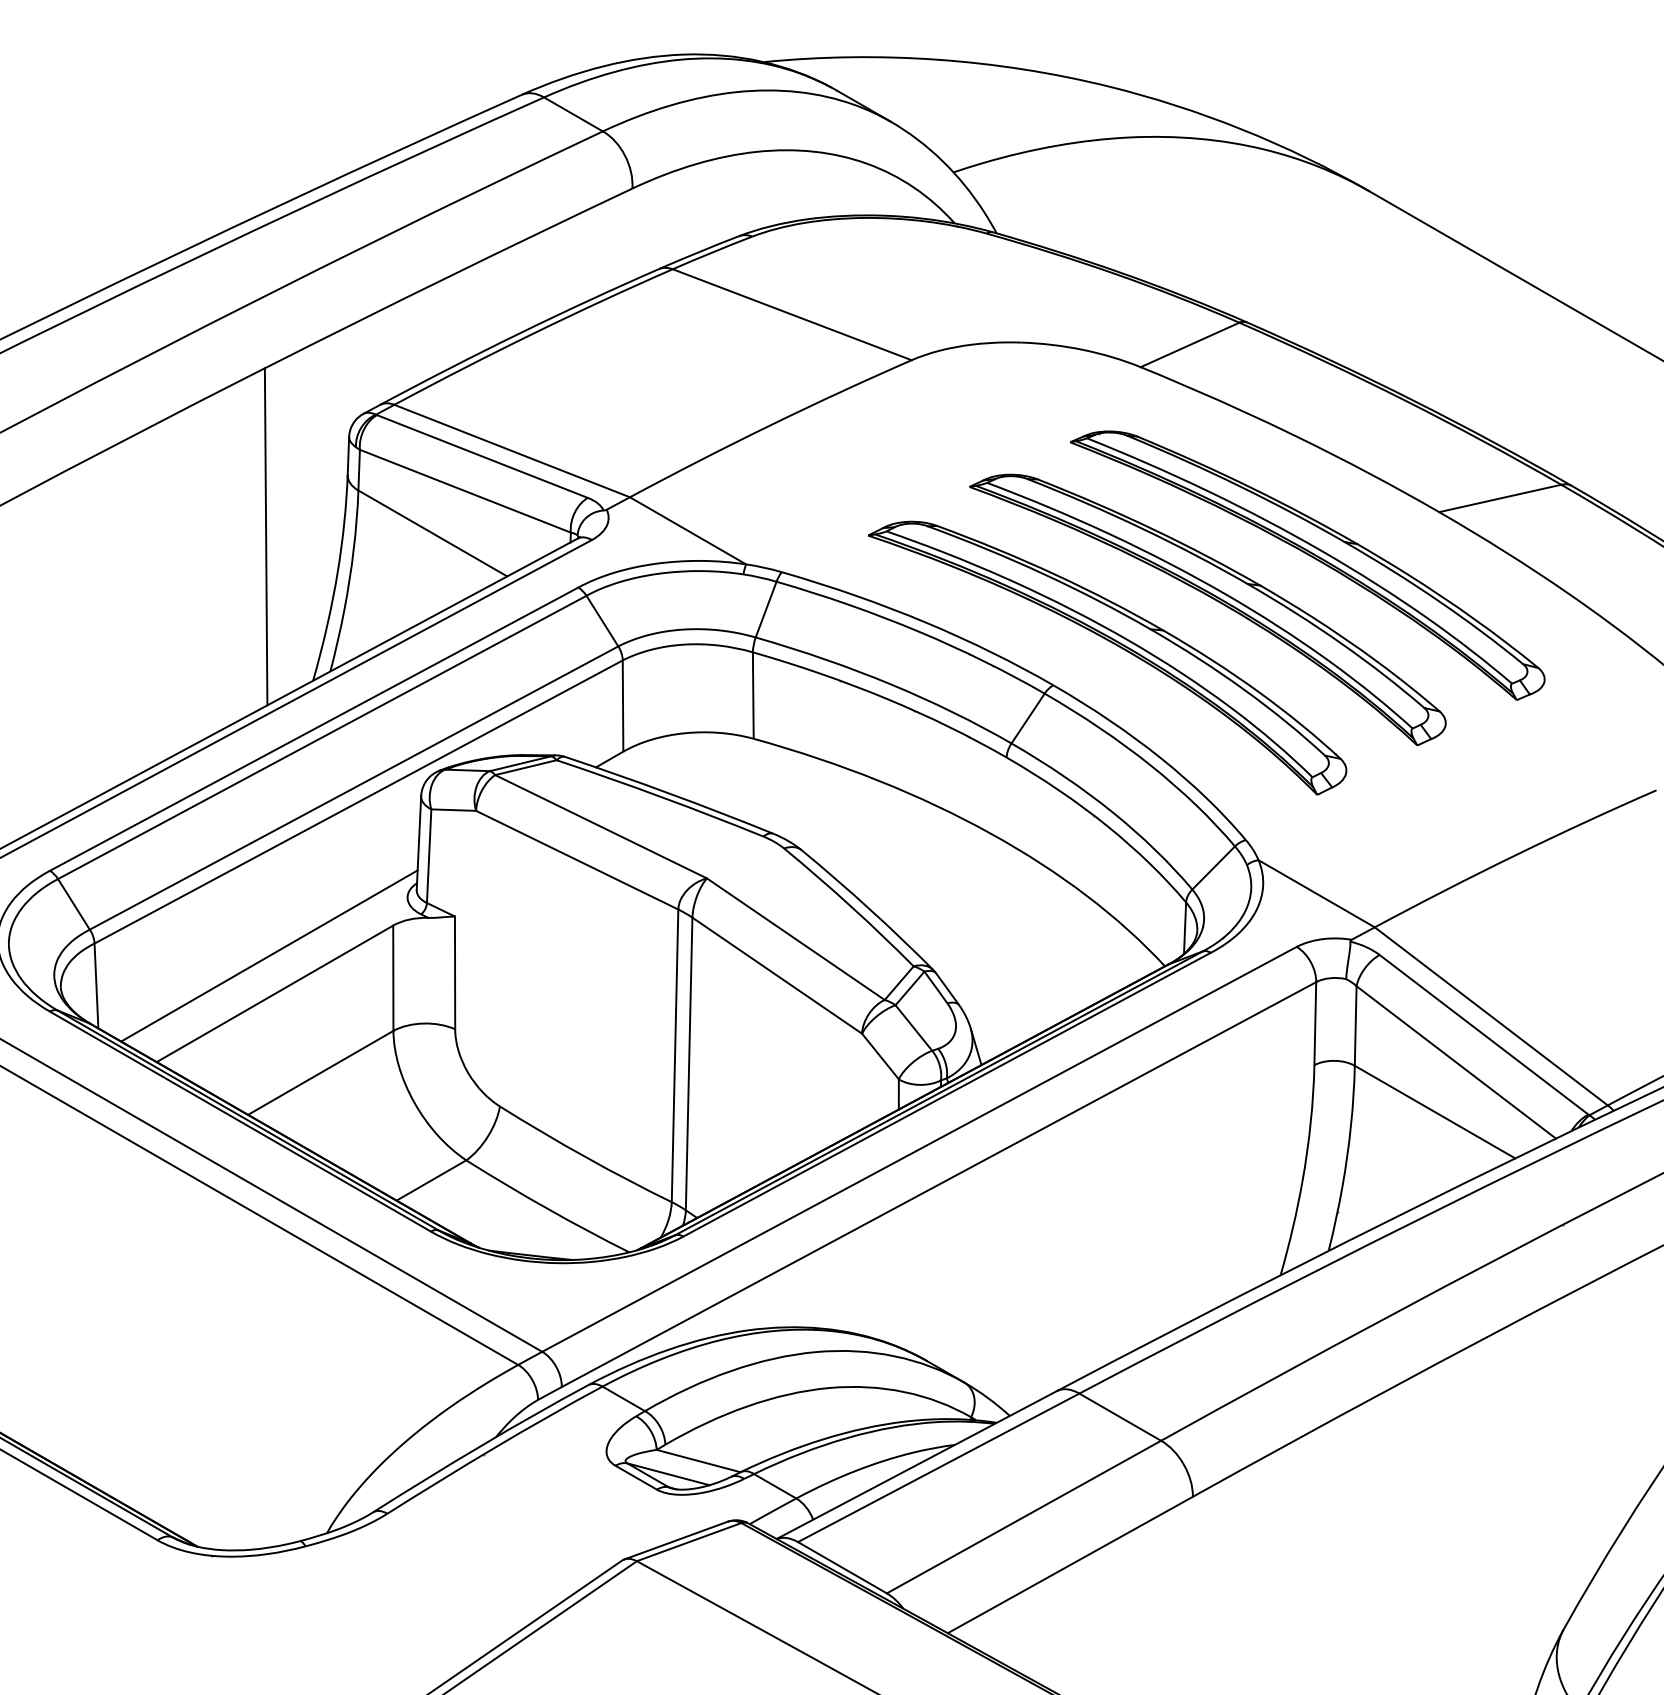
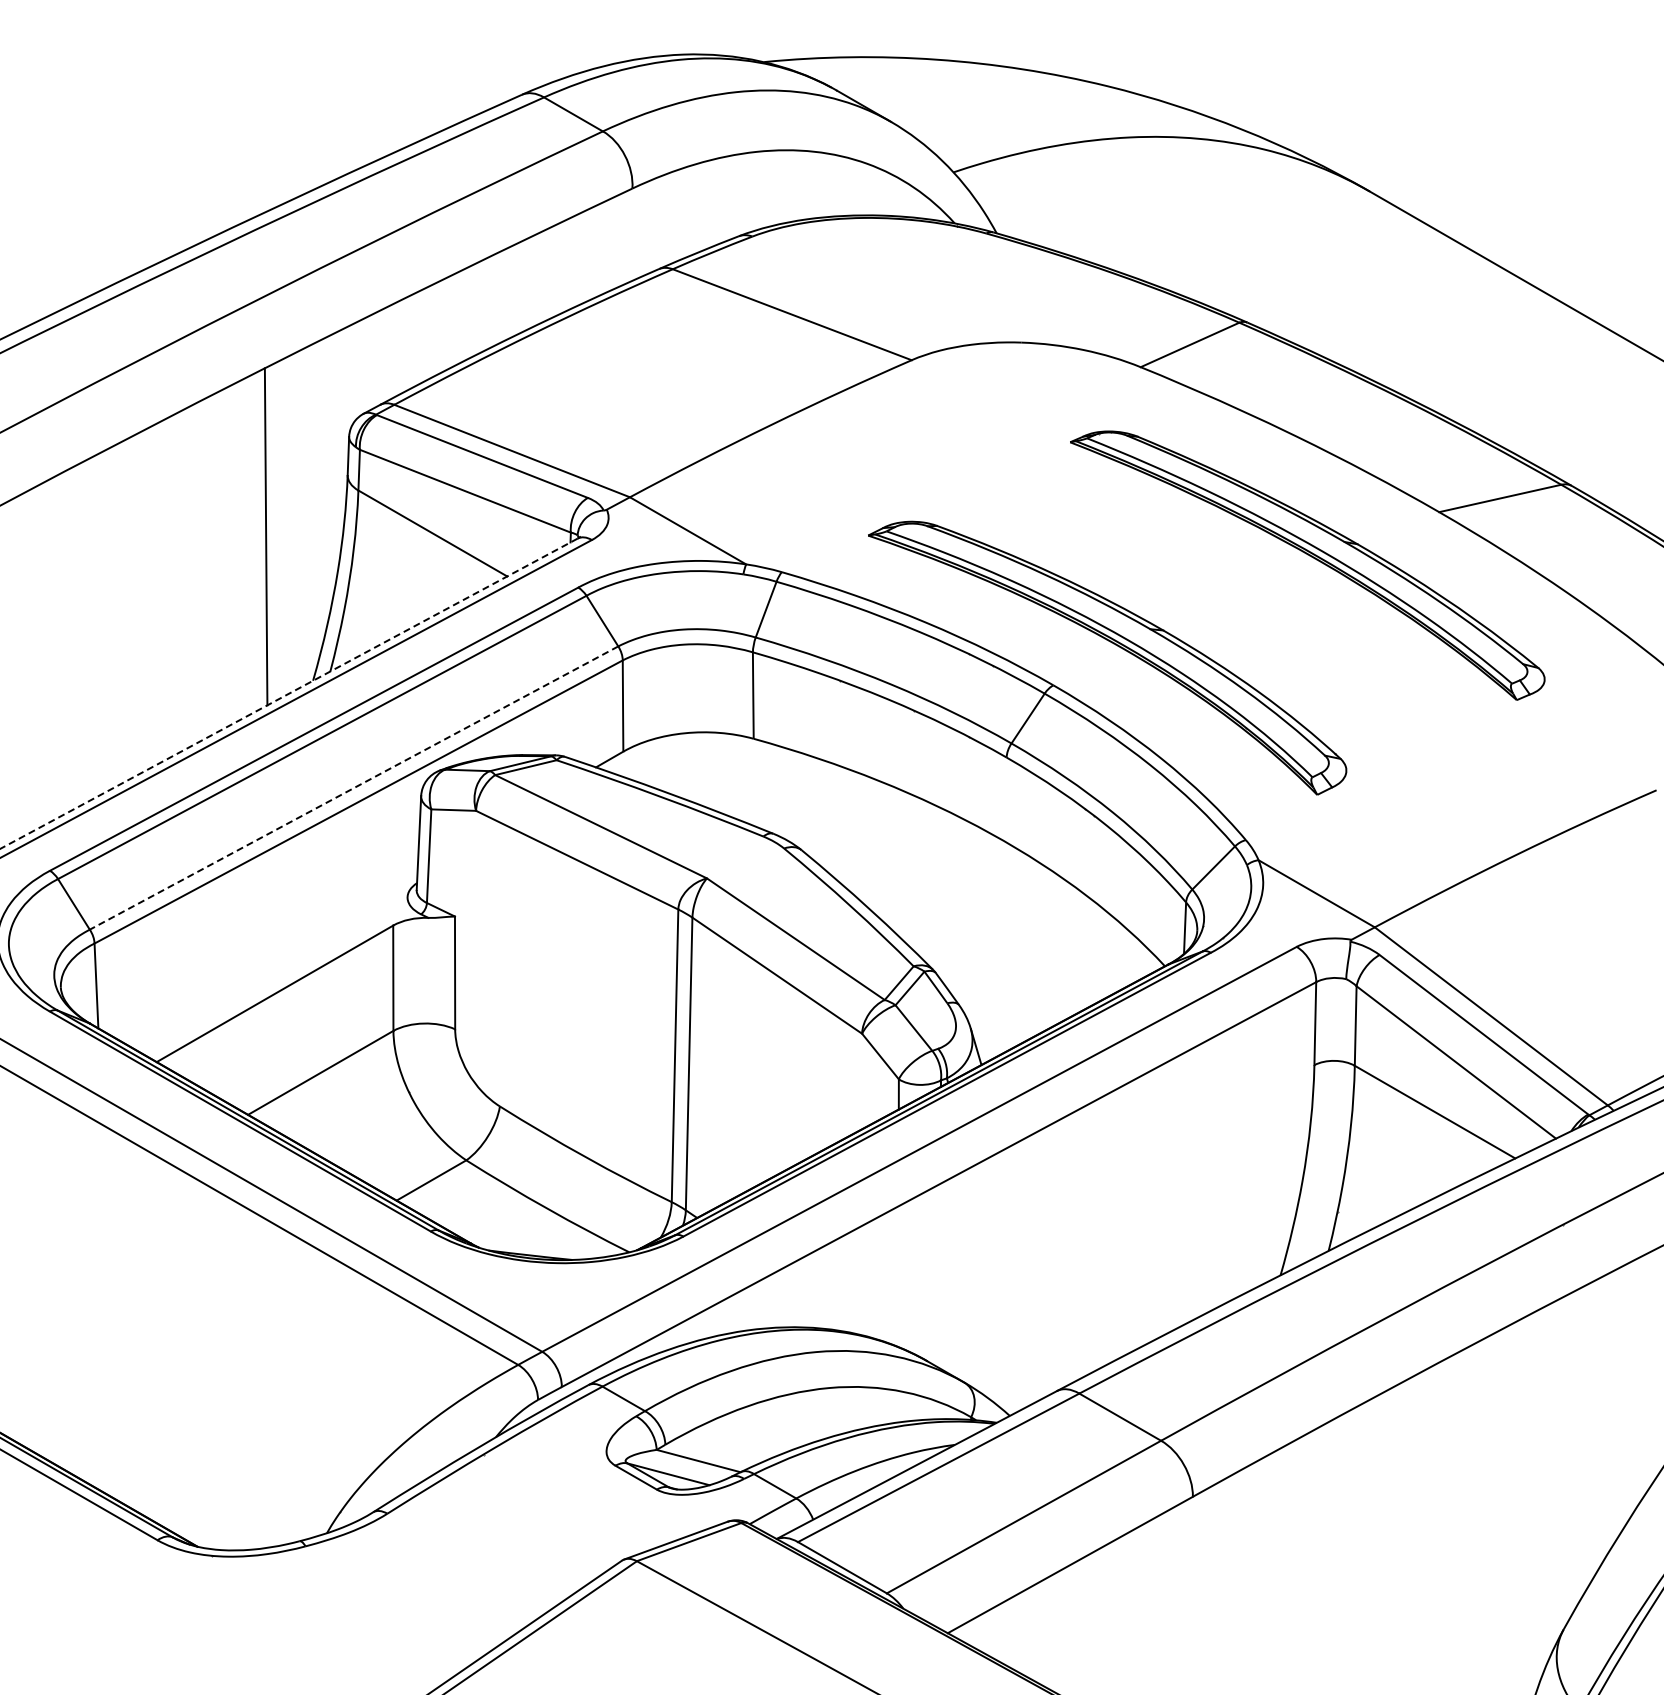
part at (1212, 599): present -> none
line at (288, 693): solid -> dashed
line at (354, 788): solid -> dashed
line at (269, 955): present -> none
